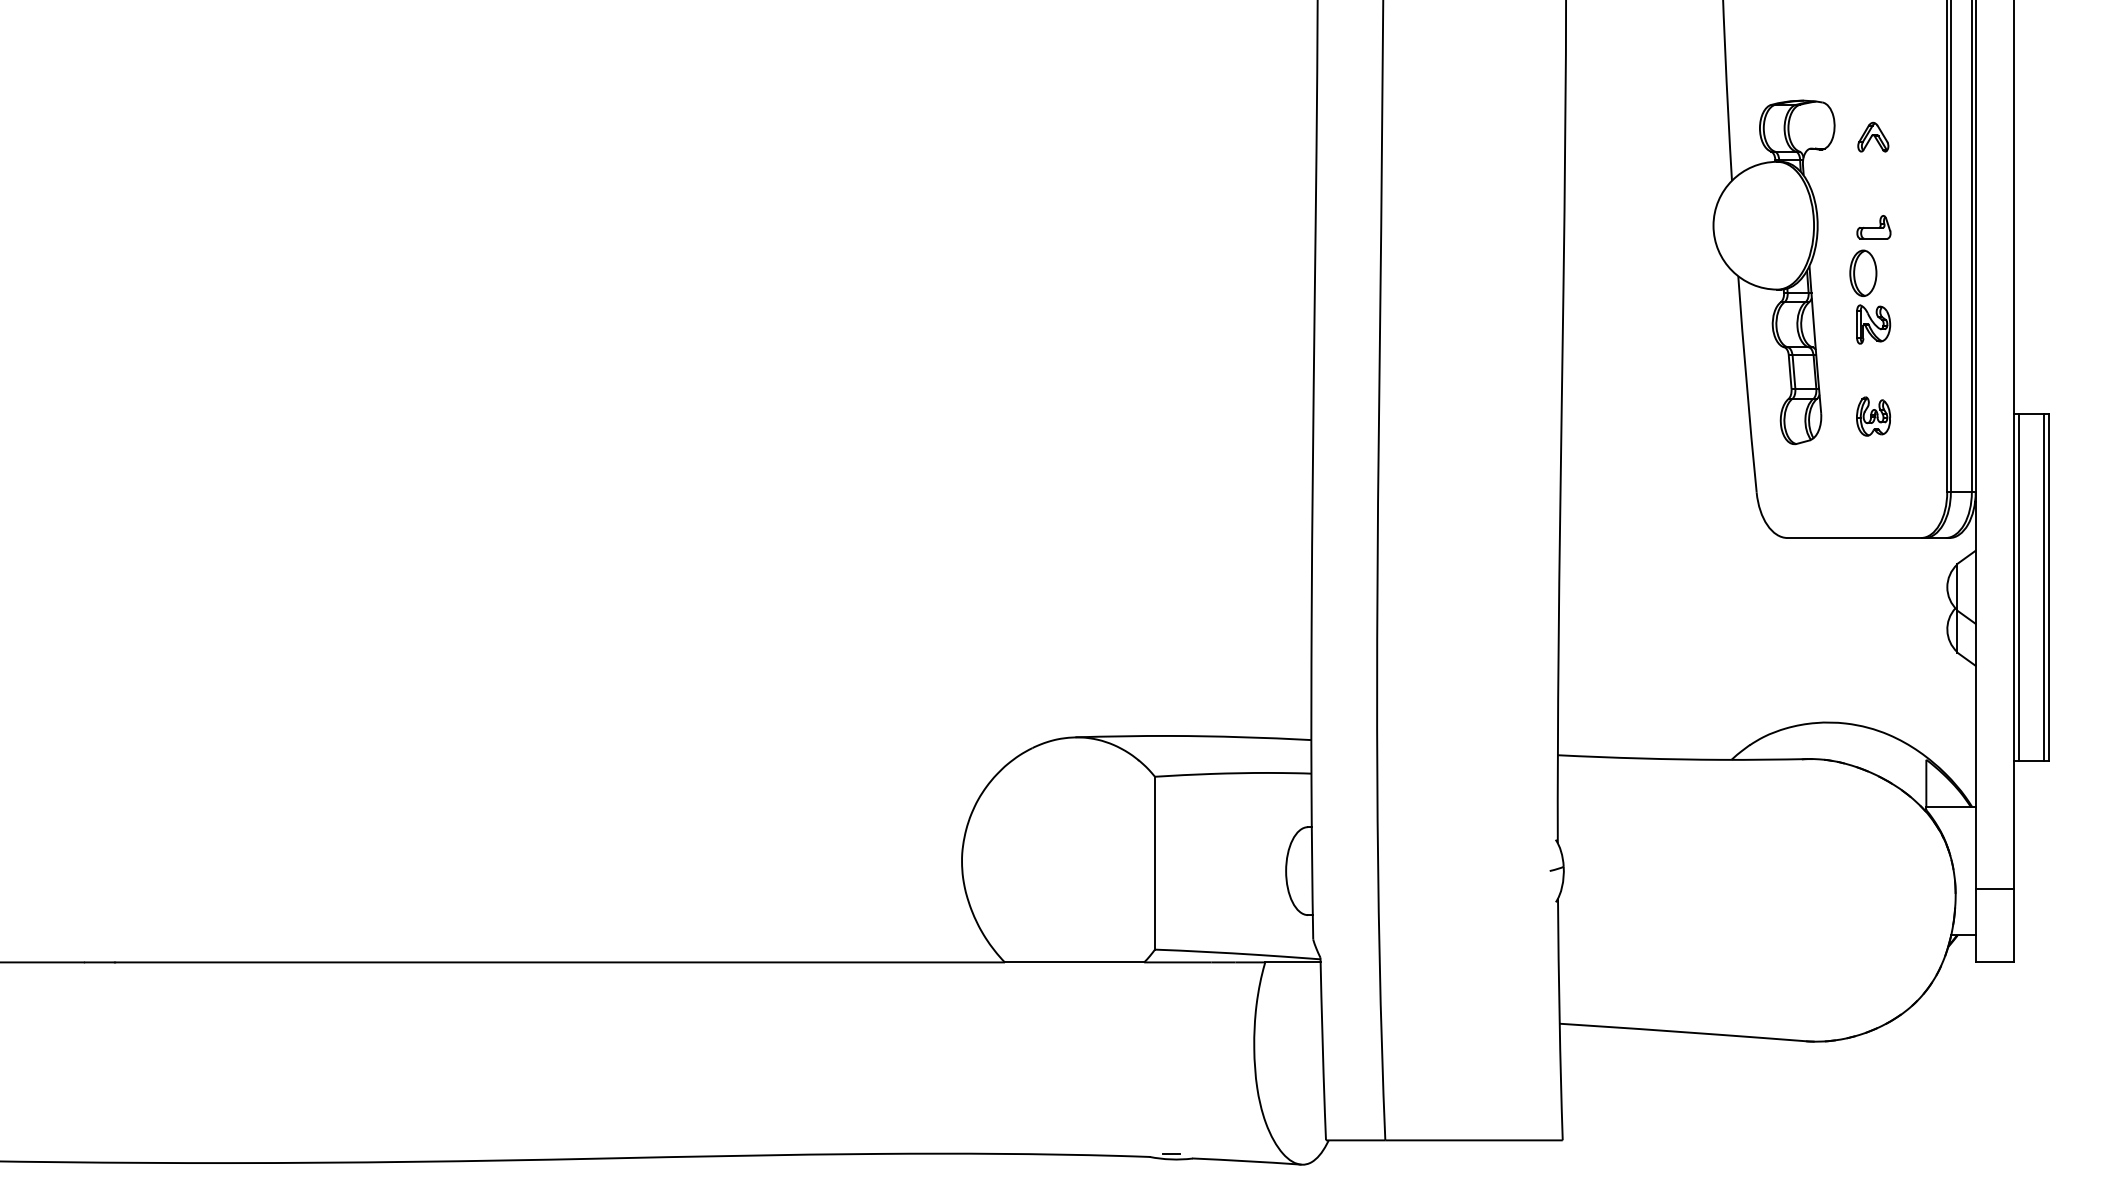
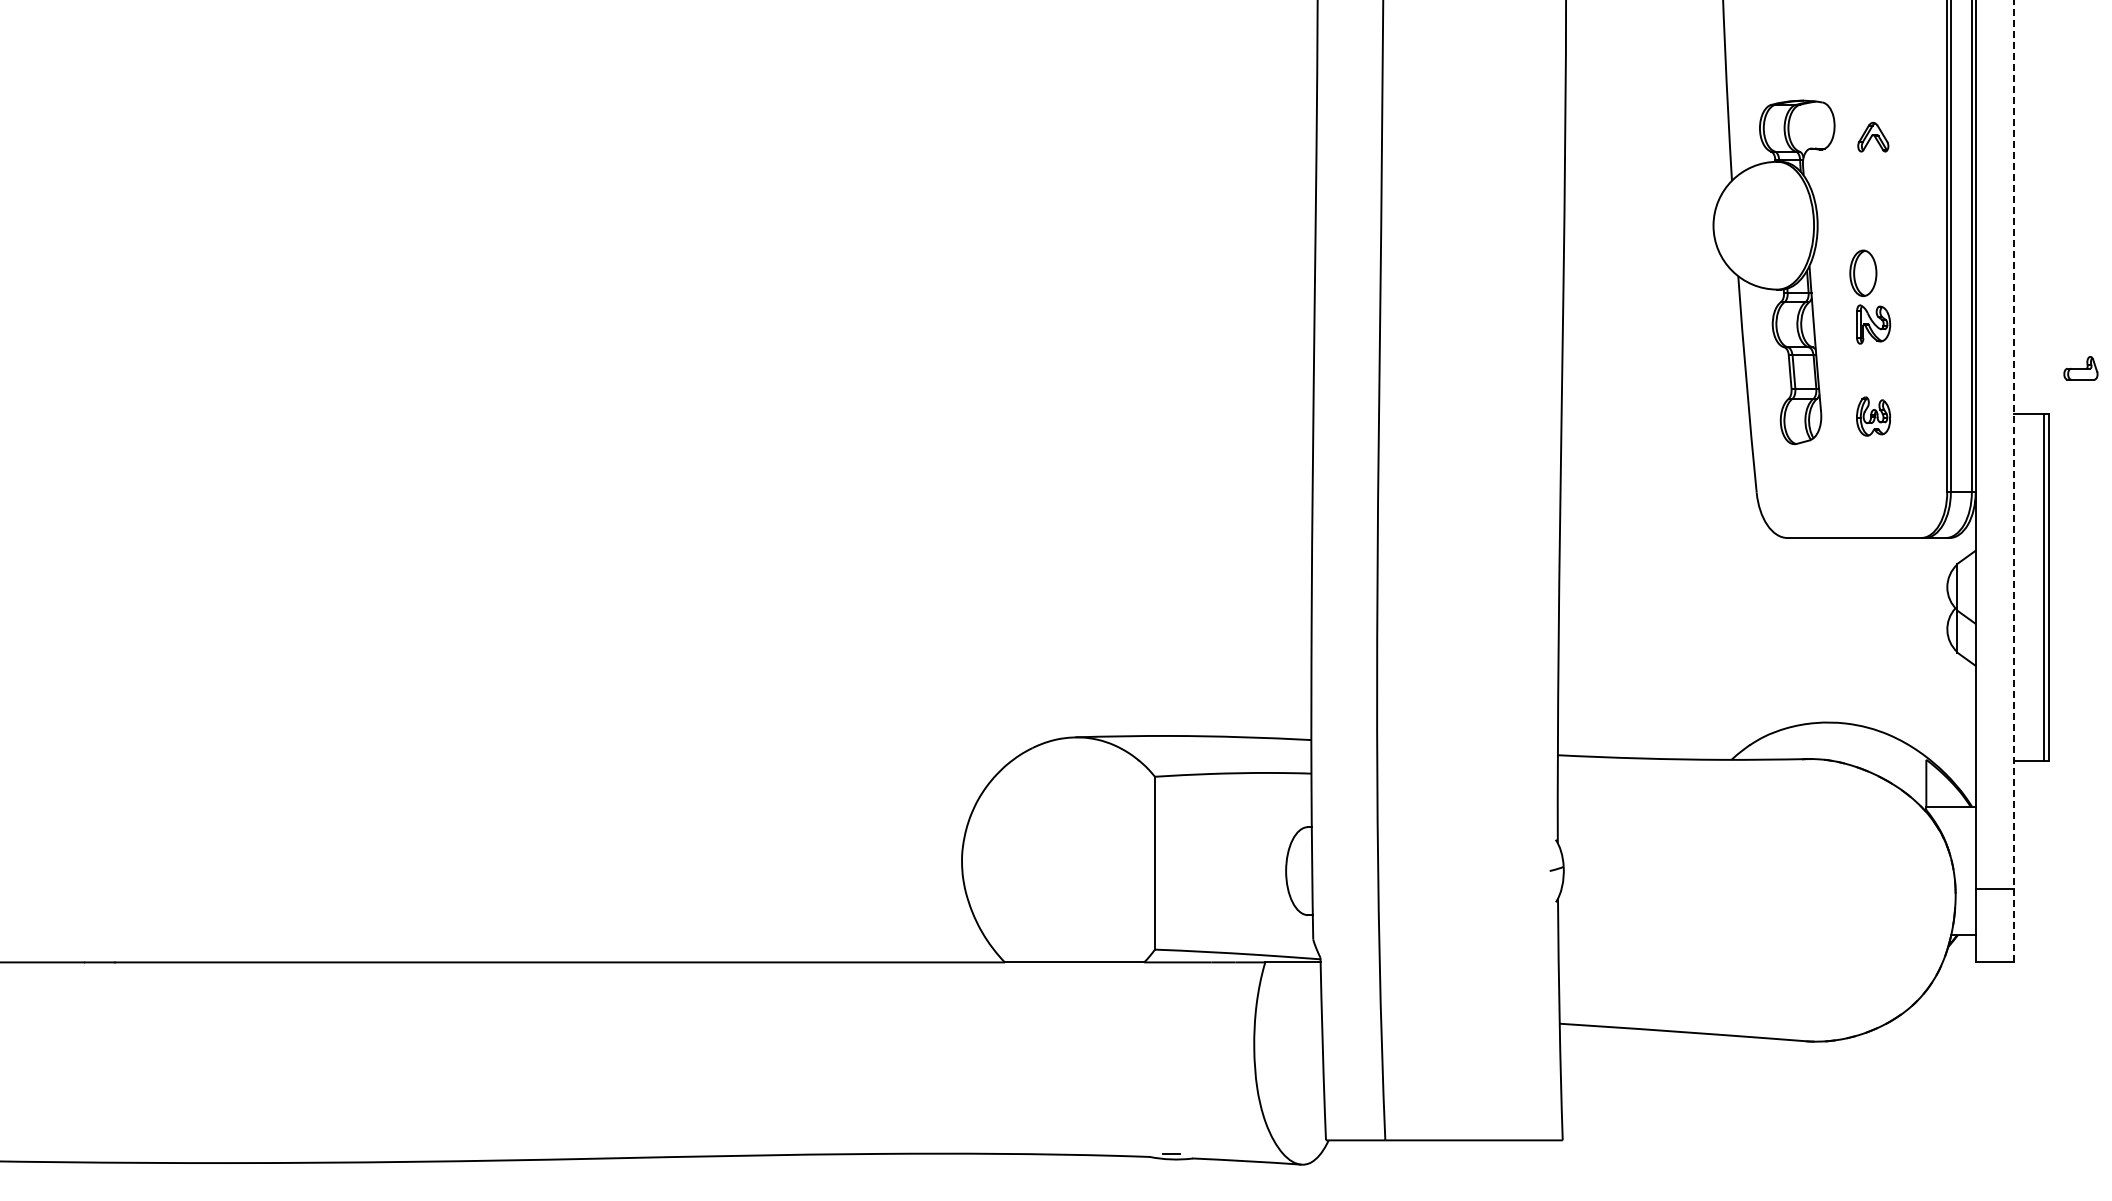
part at (1873, 227) position: (1873, 227) -> (2080, 368)
line at (2013, 481): solid -> dashed
line at (2018, 586): present -> none
